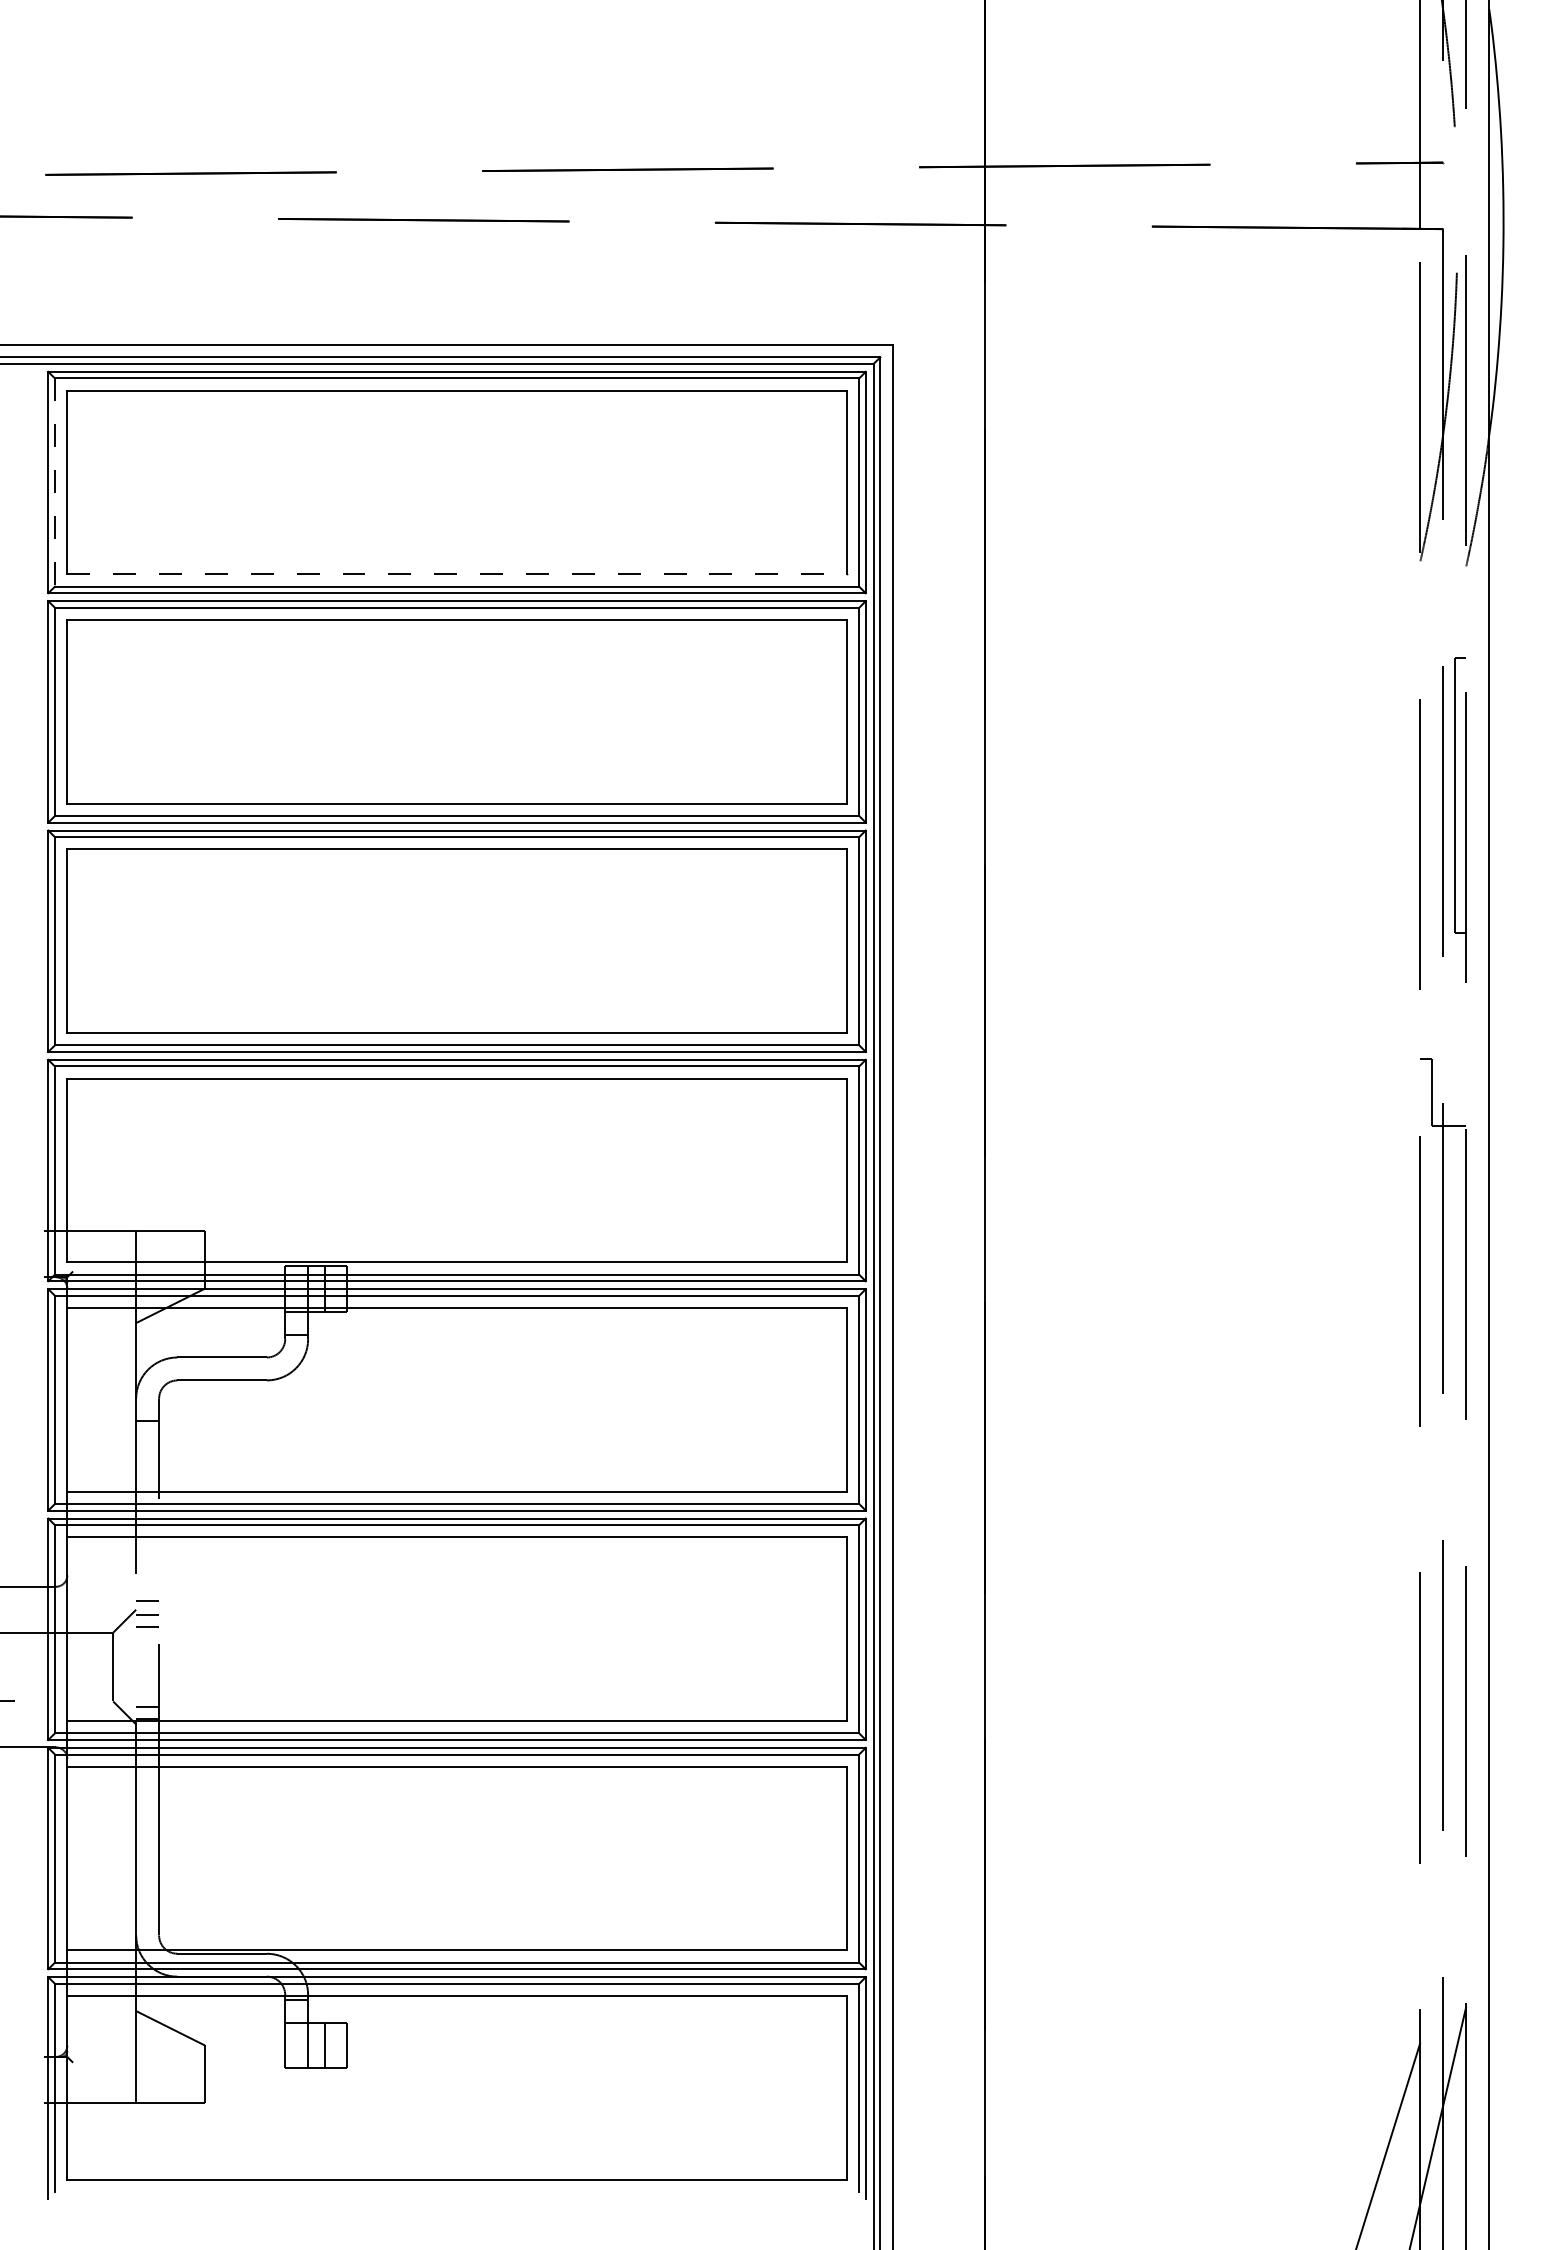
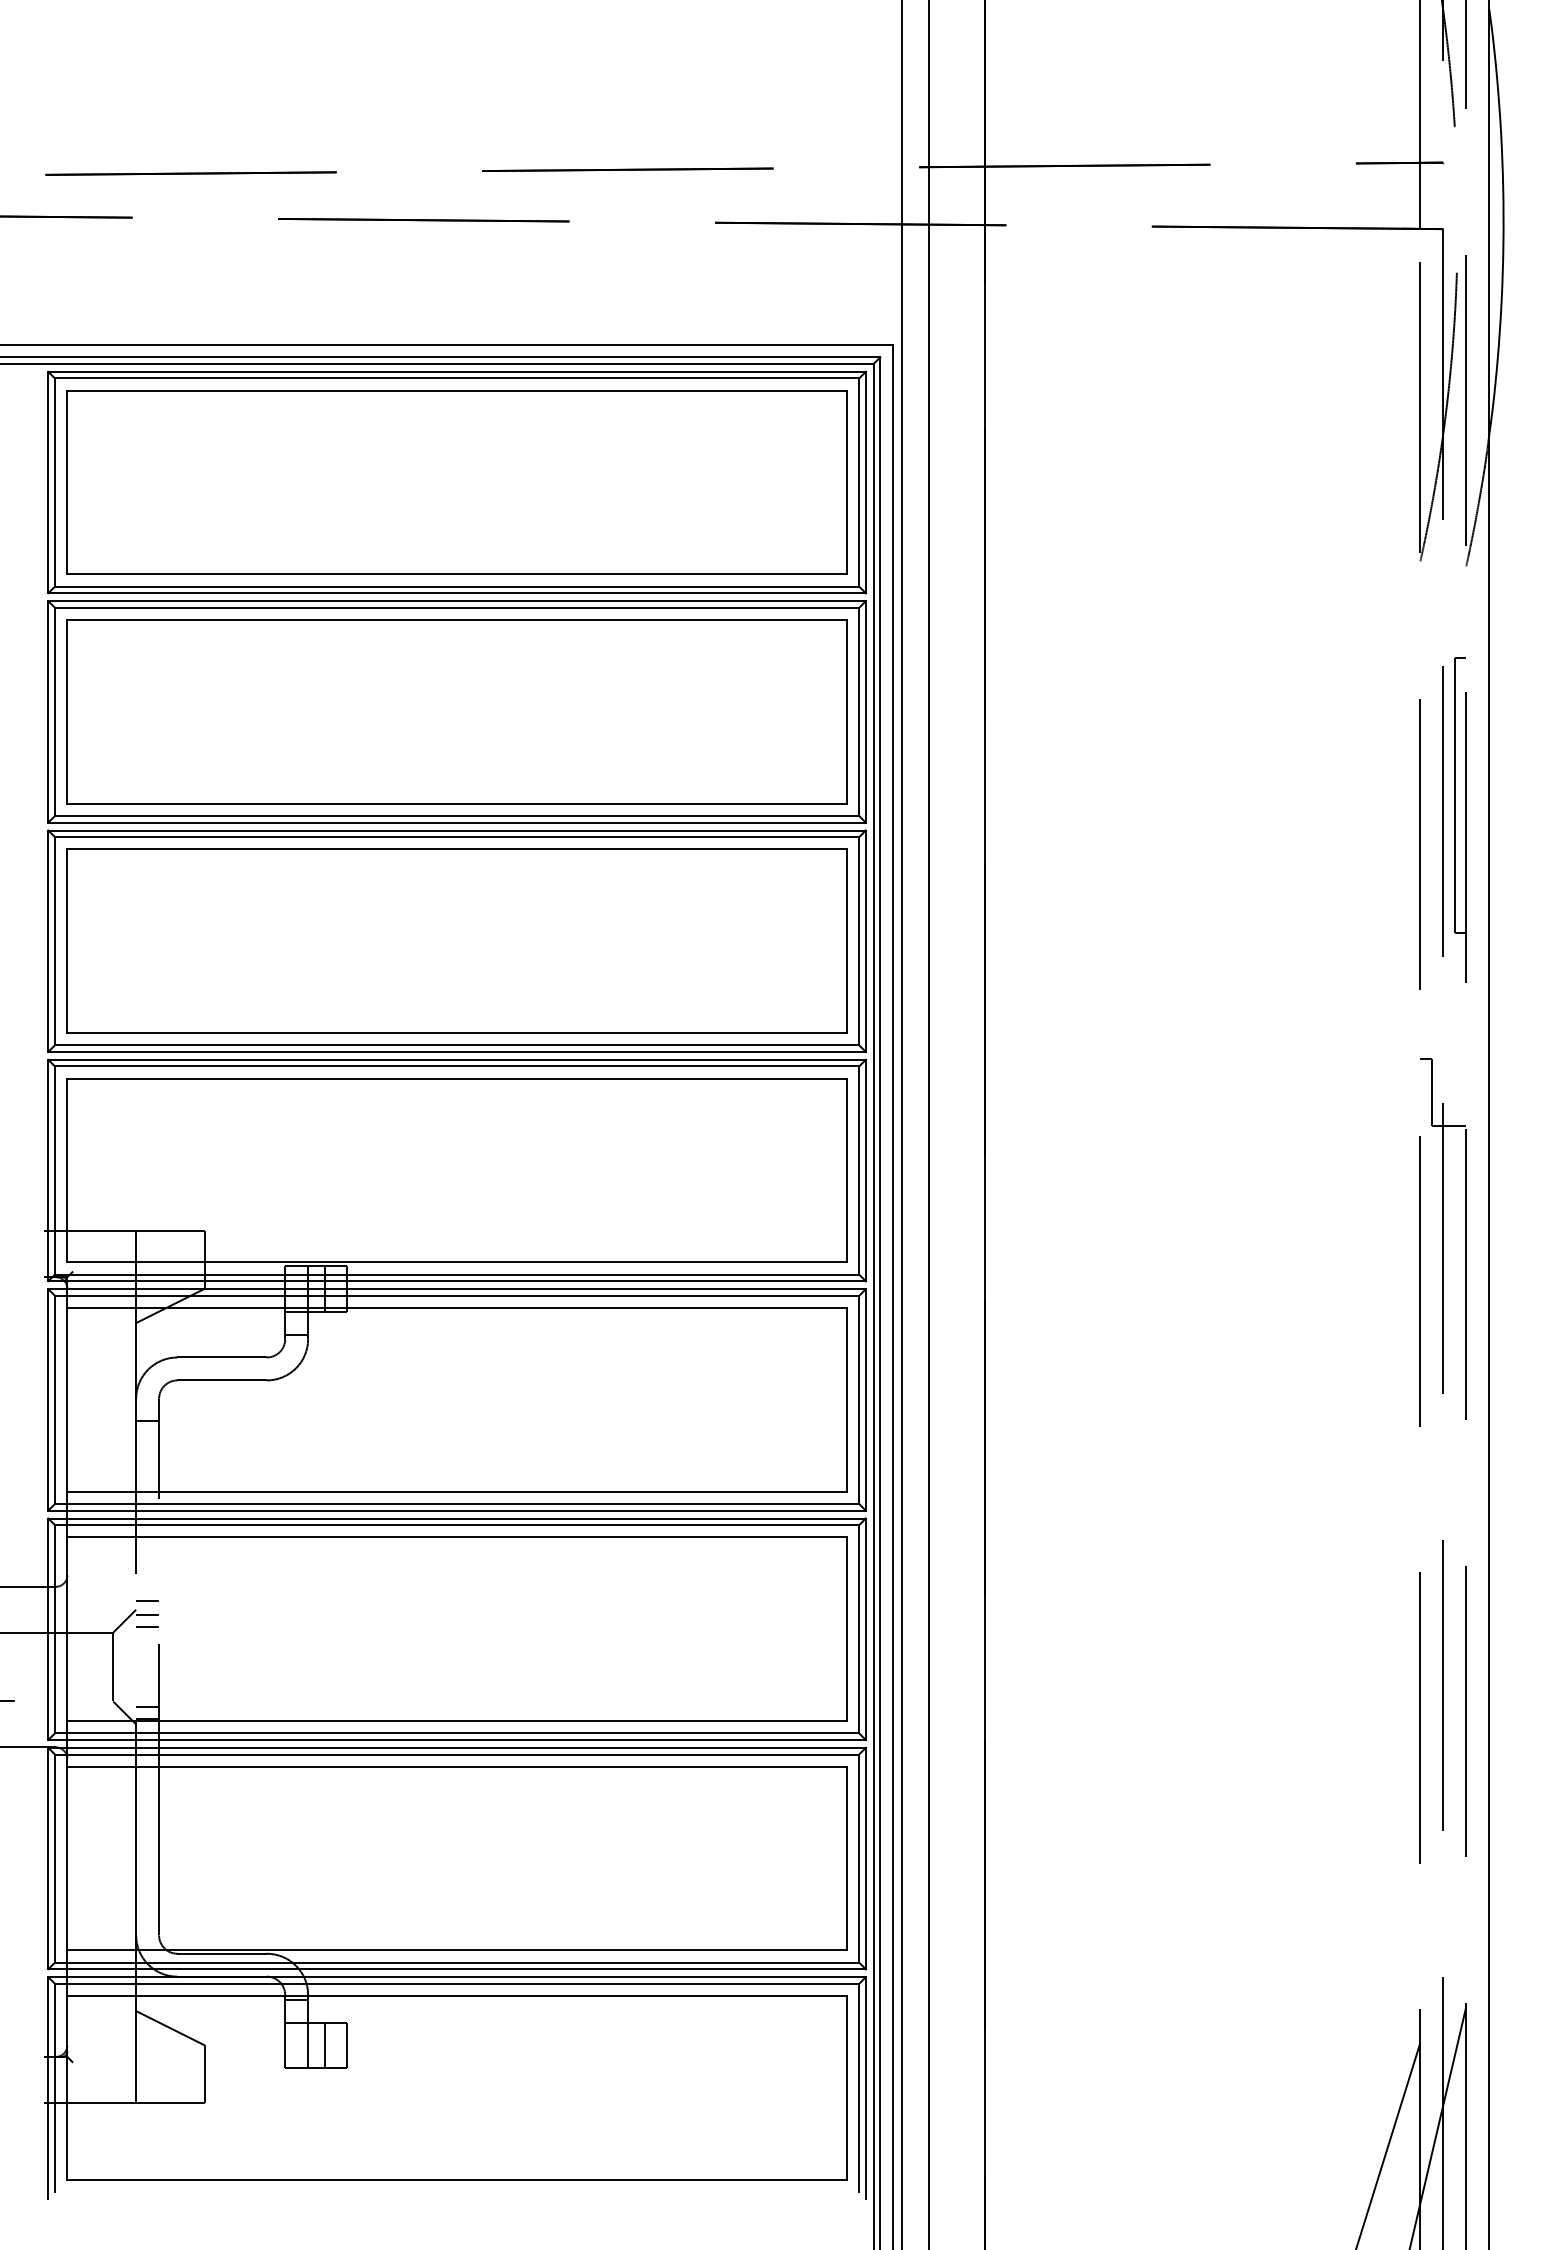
line at (55, 483): dashed -> solid
line at (457, 574): dashed -> solid
line at (902, 1124): none -> present
line at (928, 1124): none -> present
